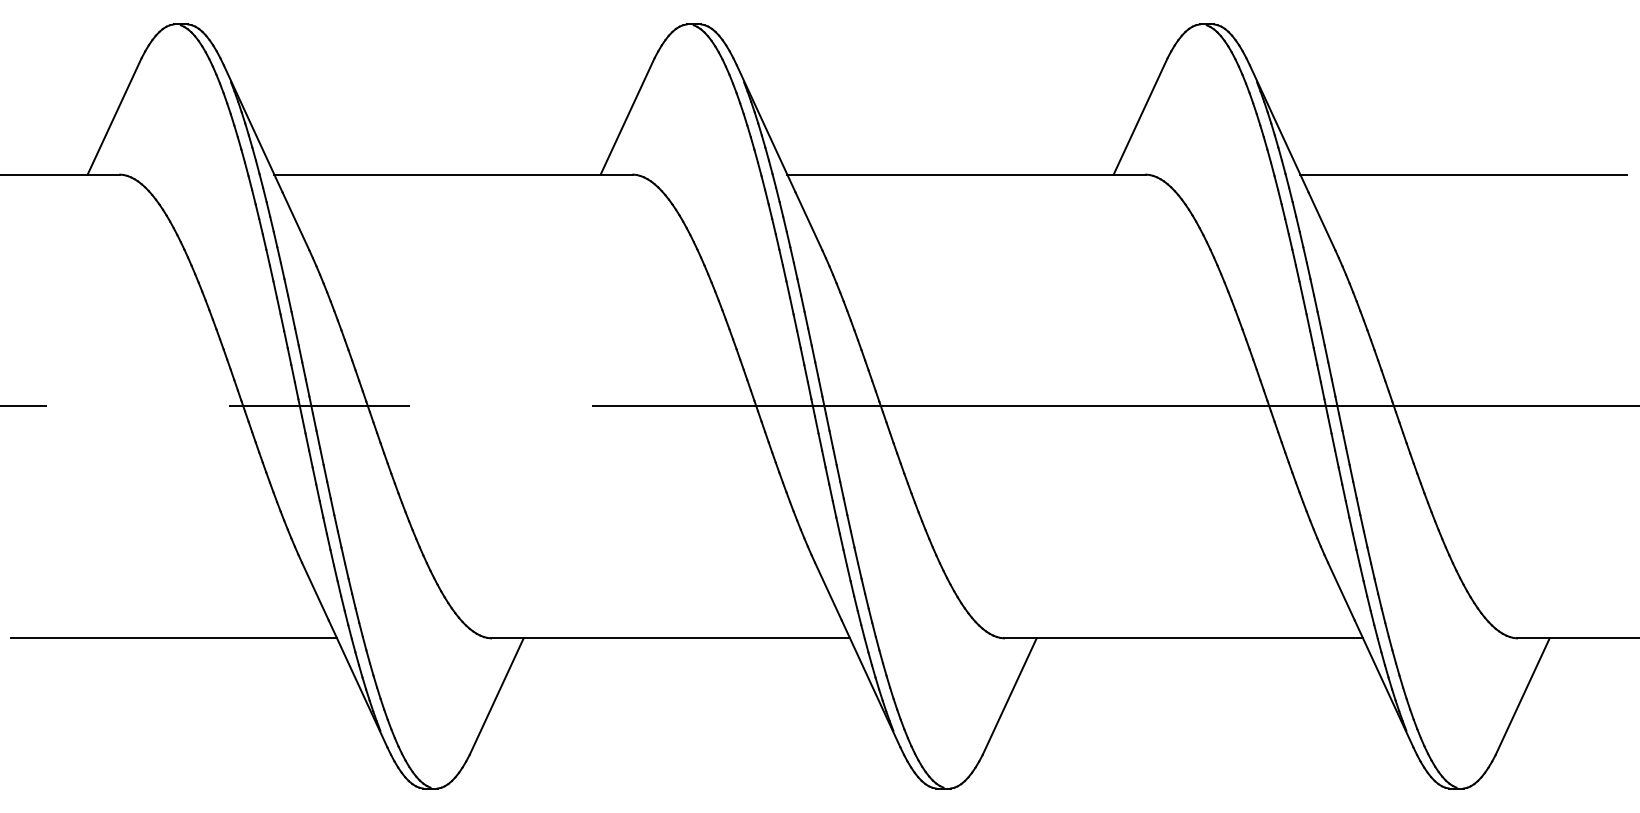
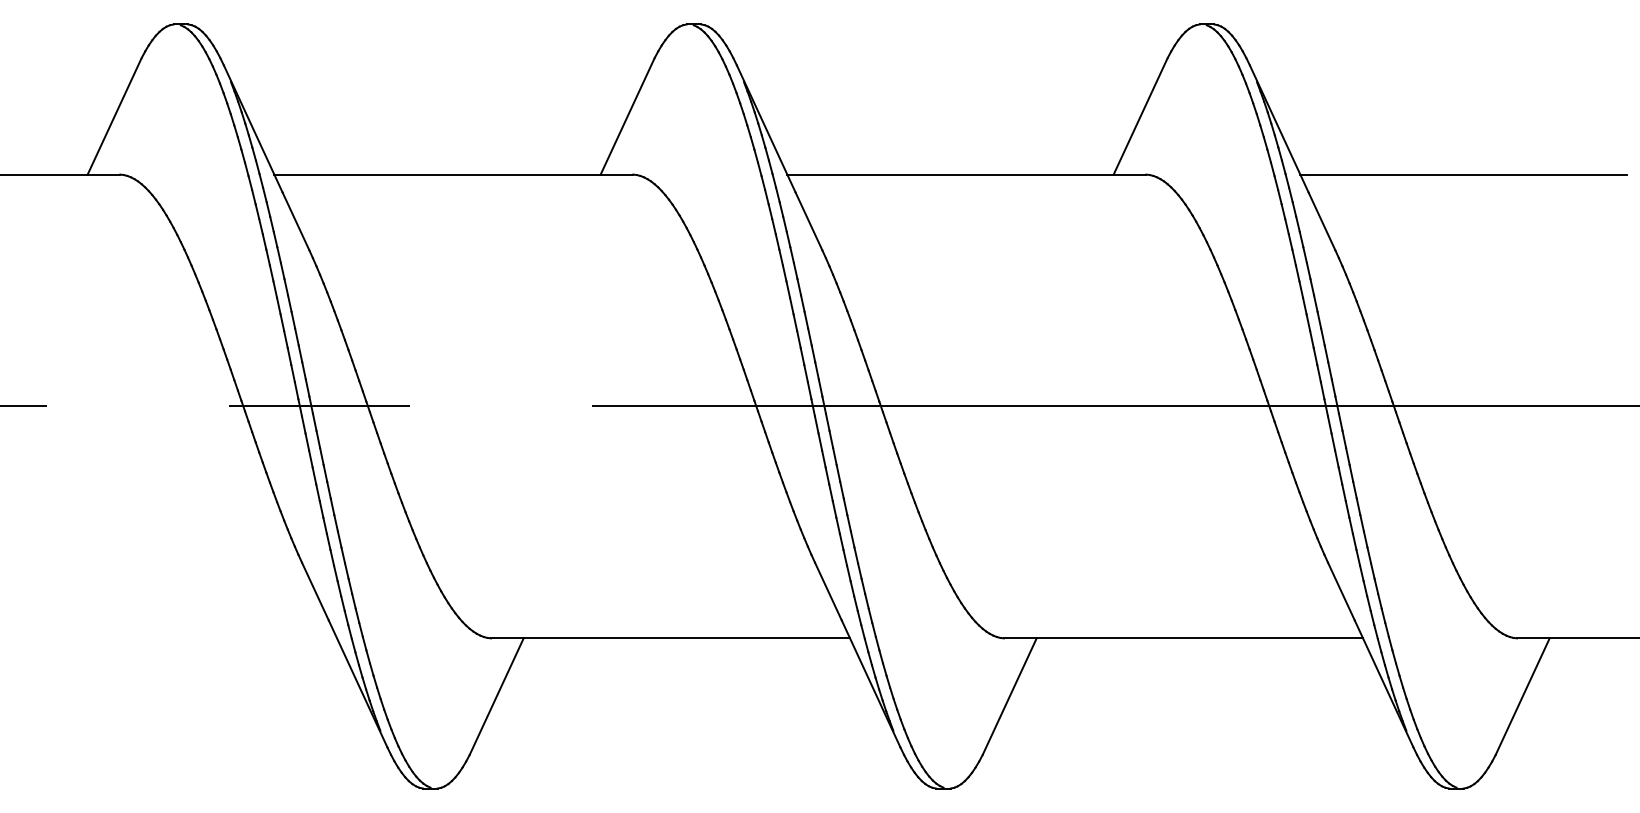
line at (173, 638): present -> none
